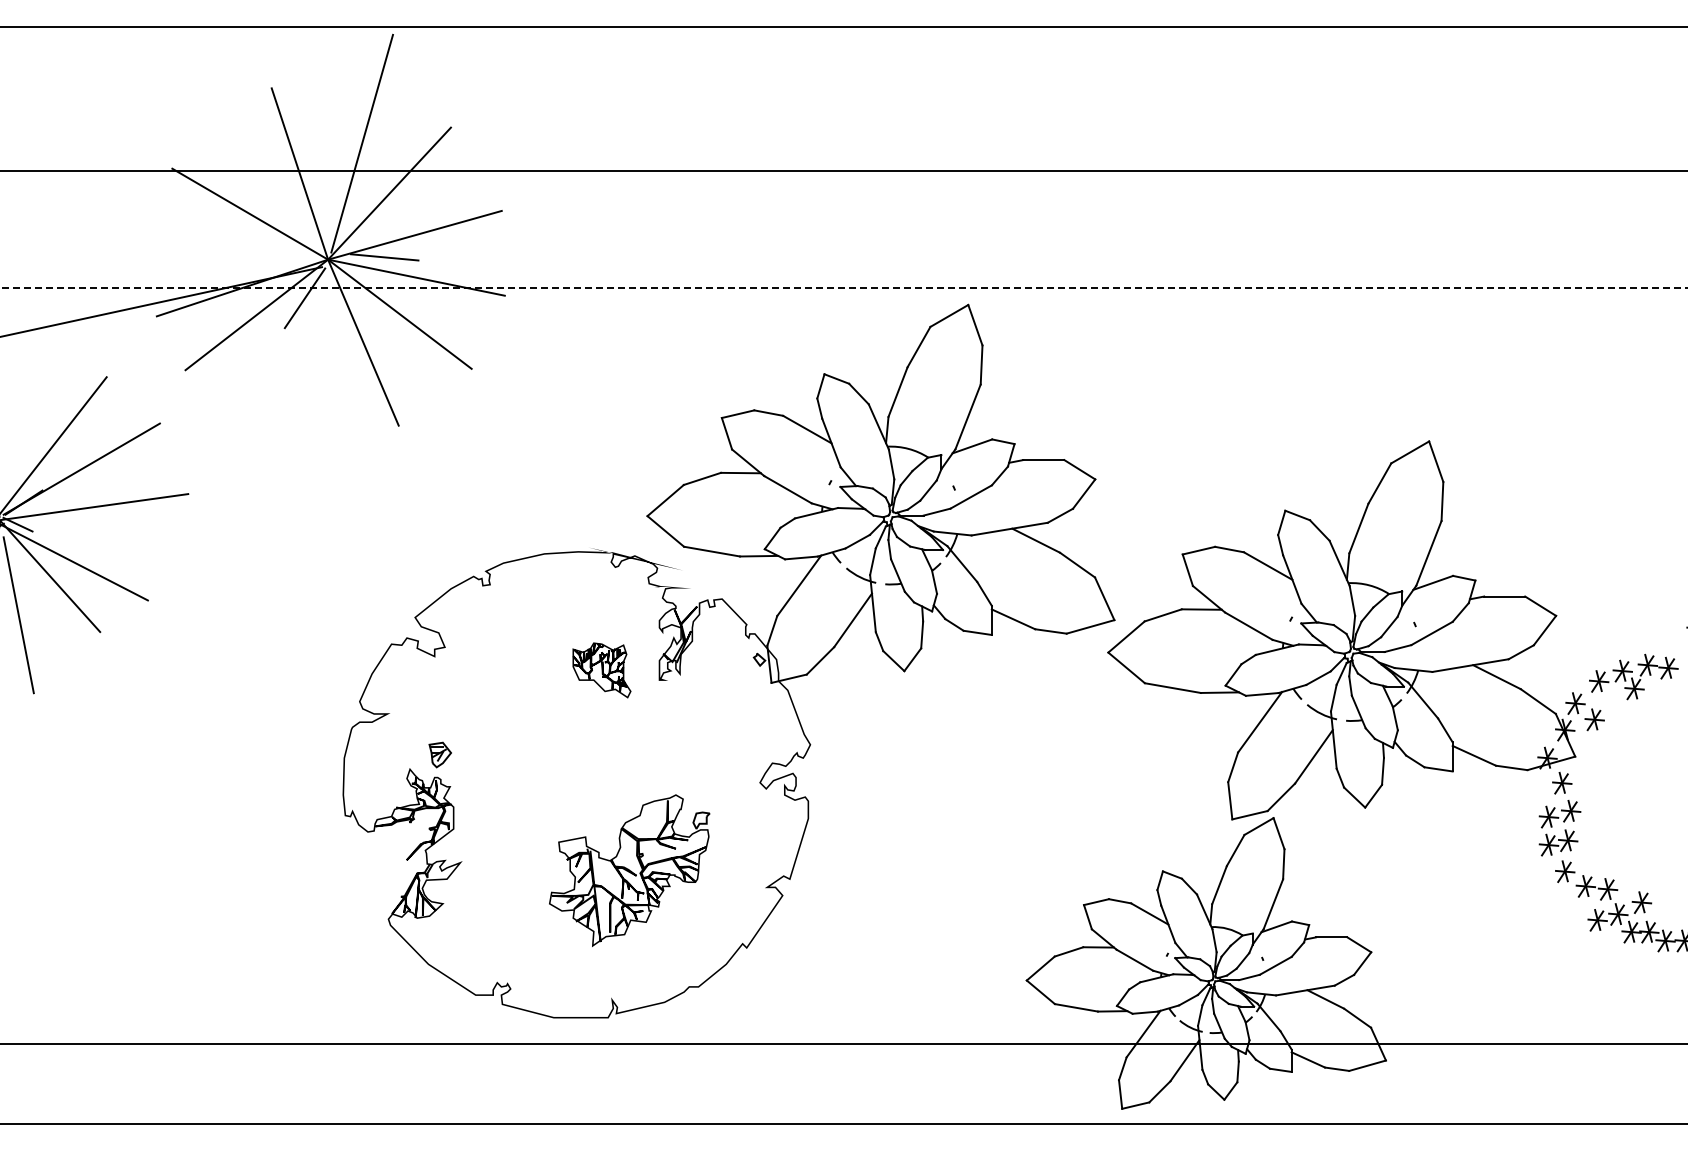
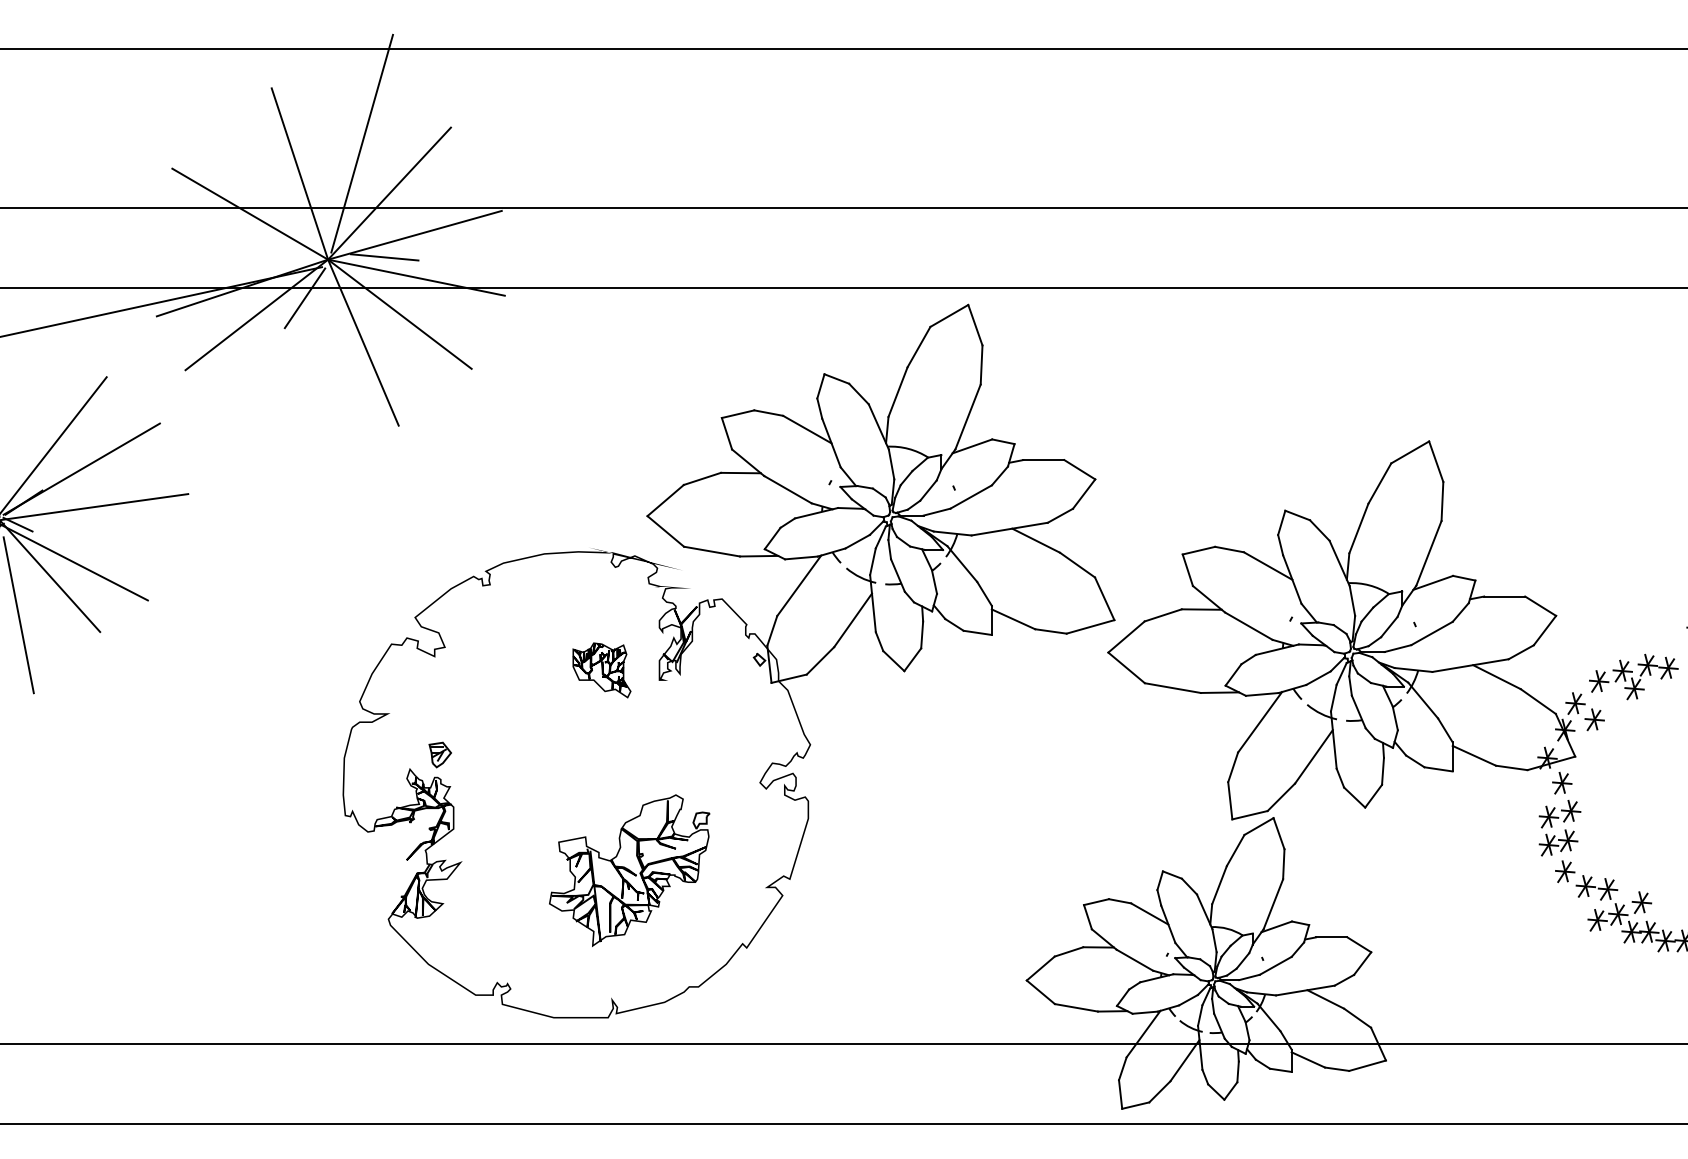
line at (843, 27) position: (843, 27) -> (843, 49)
line at (843, 171) position: (843, 171) -> (843, 208)
line at (843, 288): dashed -> solid
